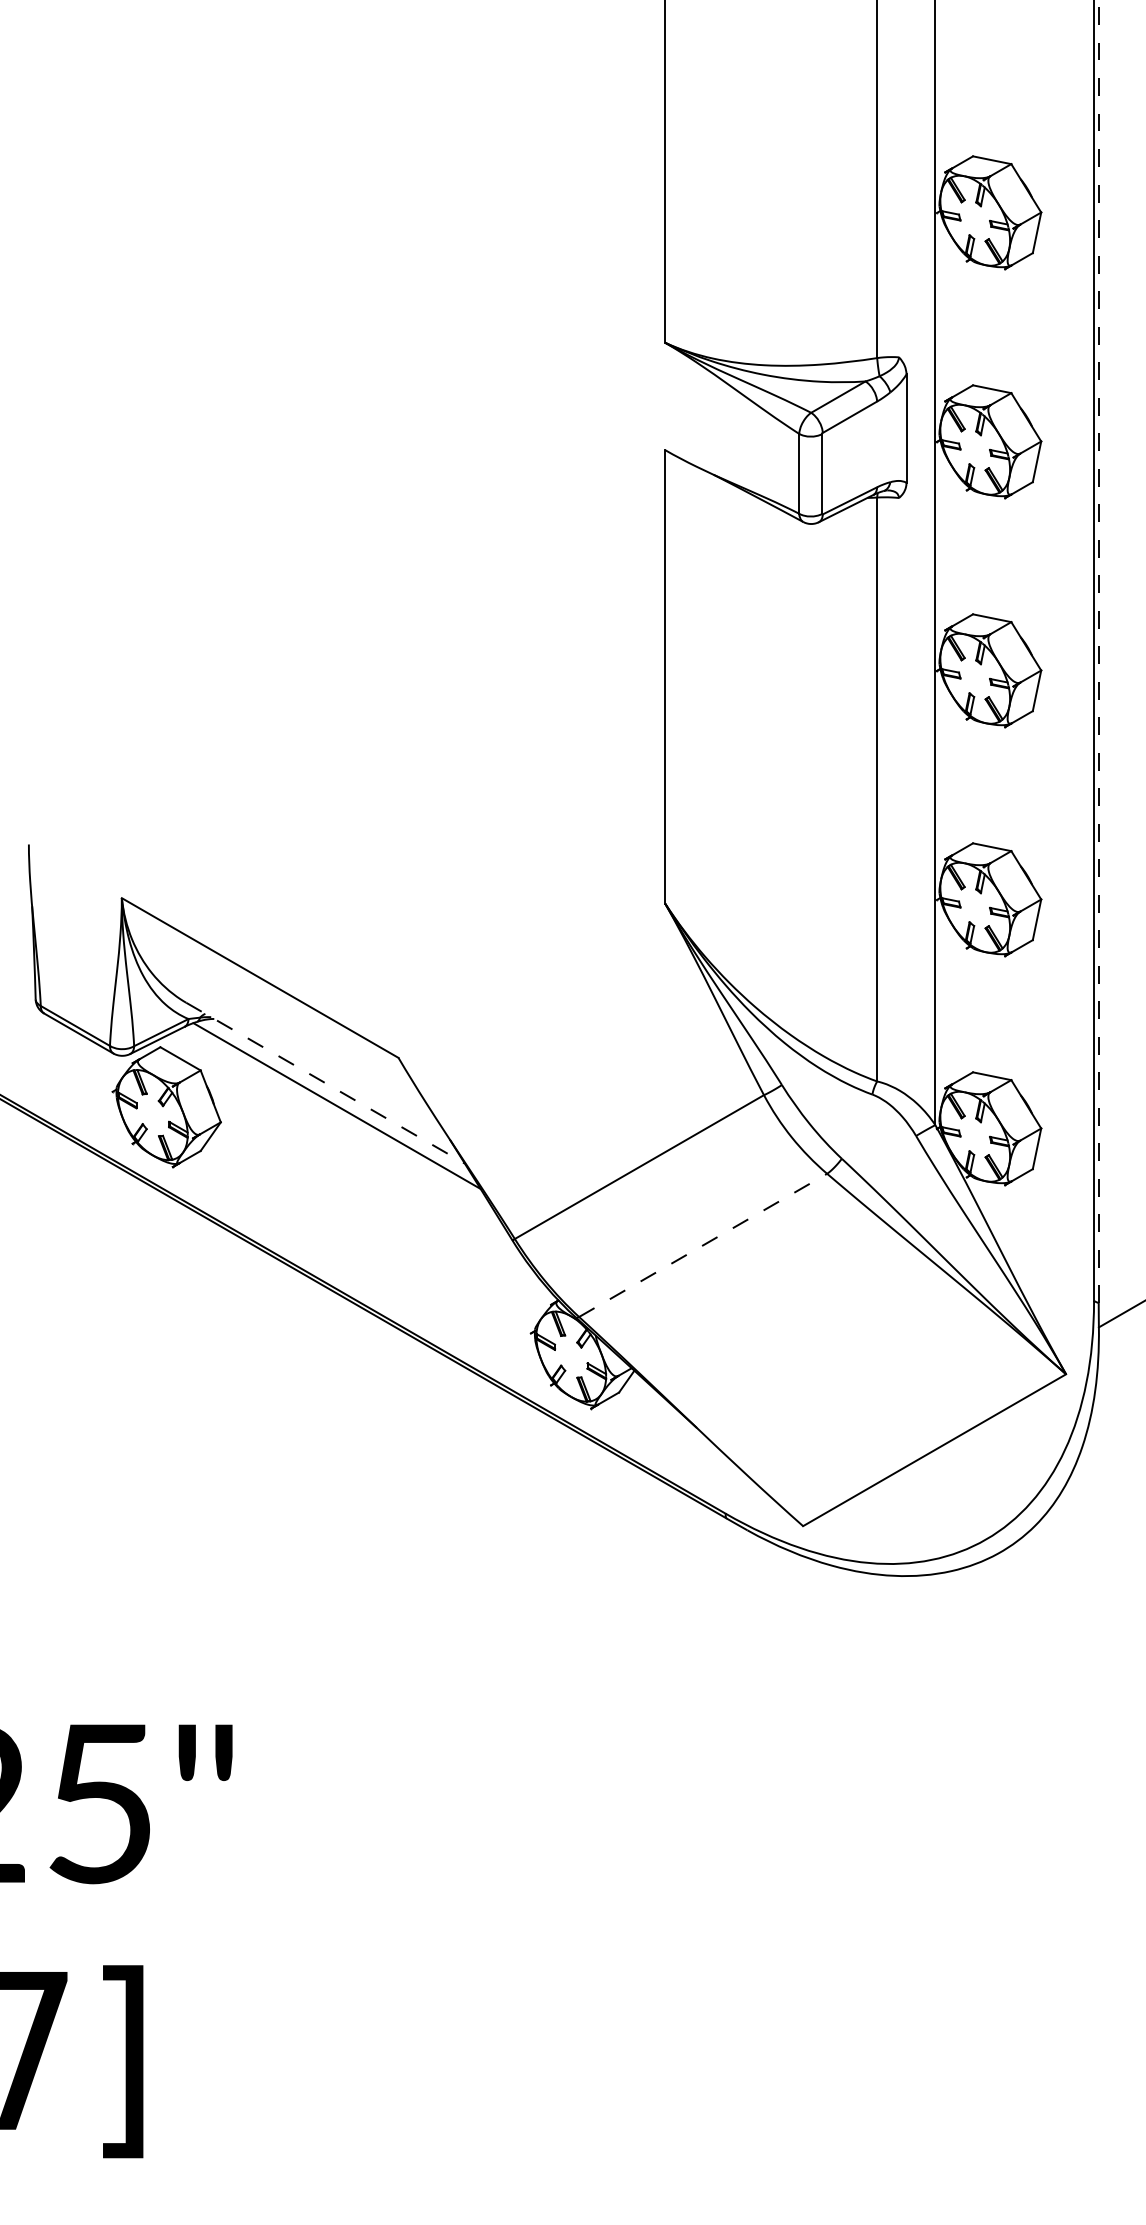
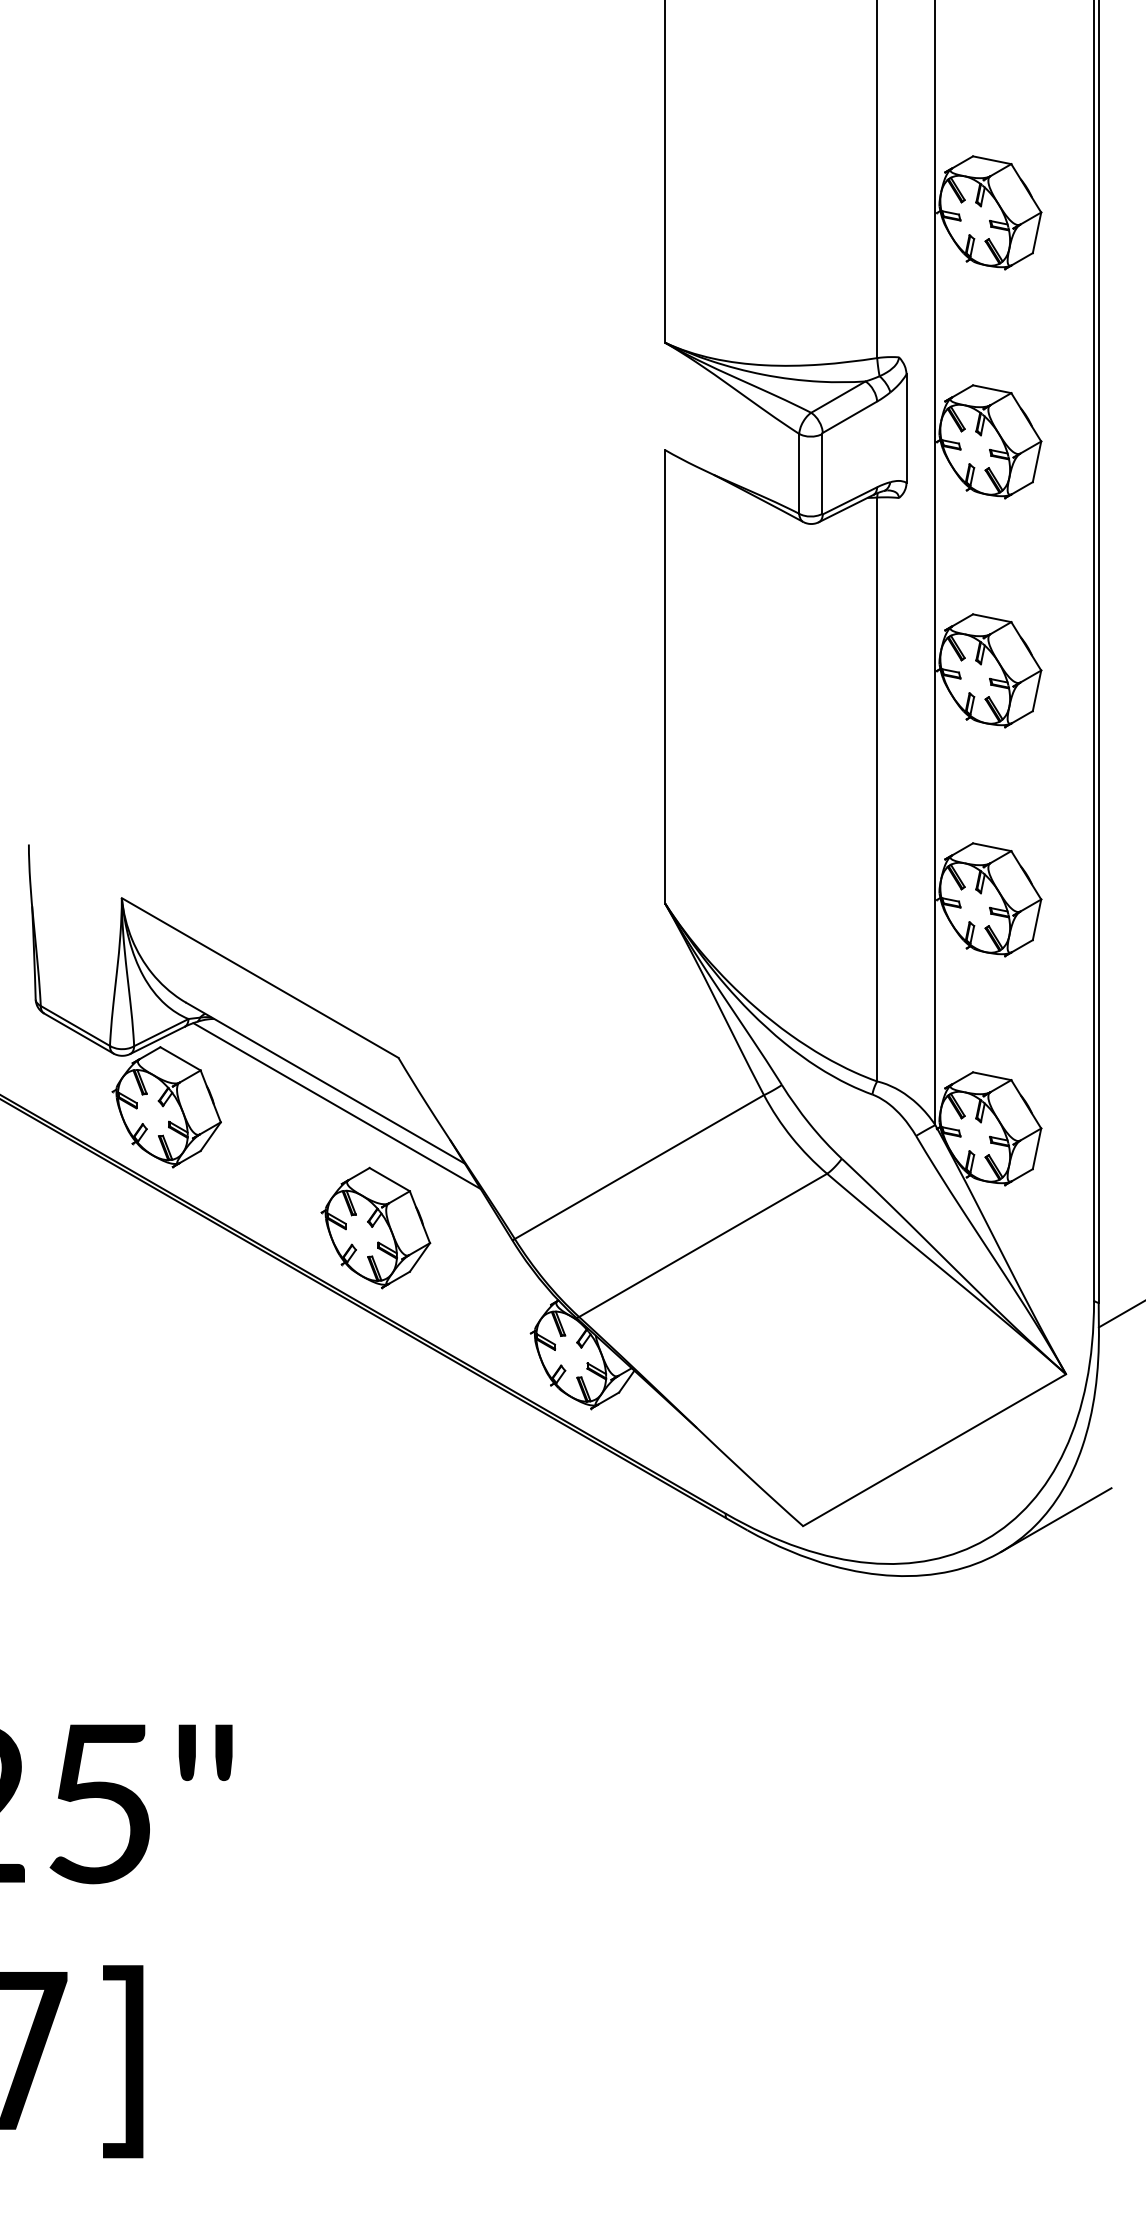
line at (1098, 651): dashed -> solid
line at (325, 1083): dashed -> solid
part at (375, 1227): none -> present
line at (703, 1245): dashed -> solid
line at (1056, 1520): none -> present
